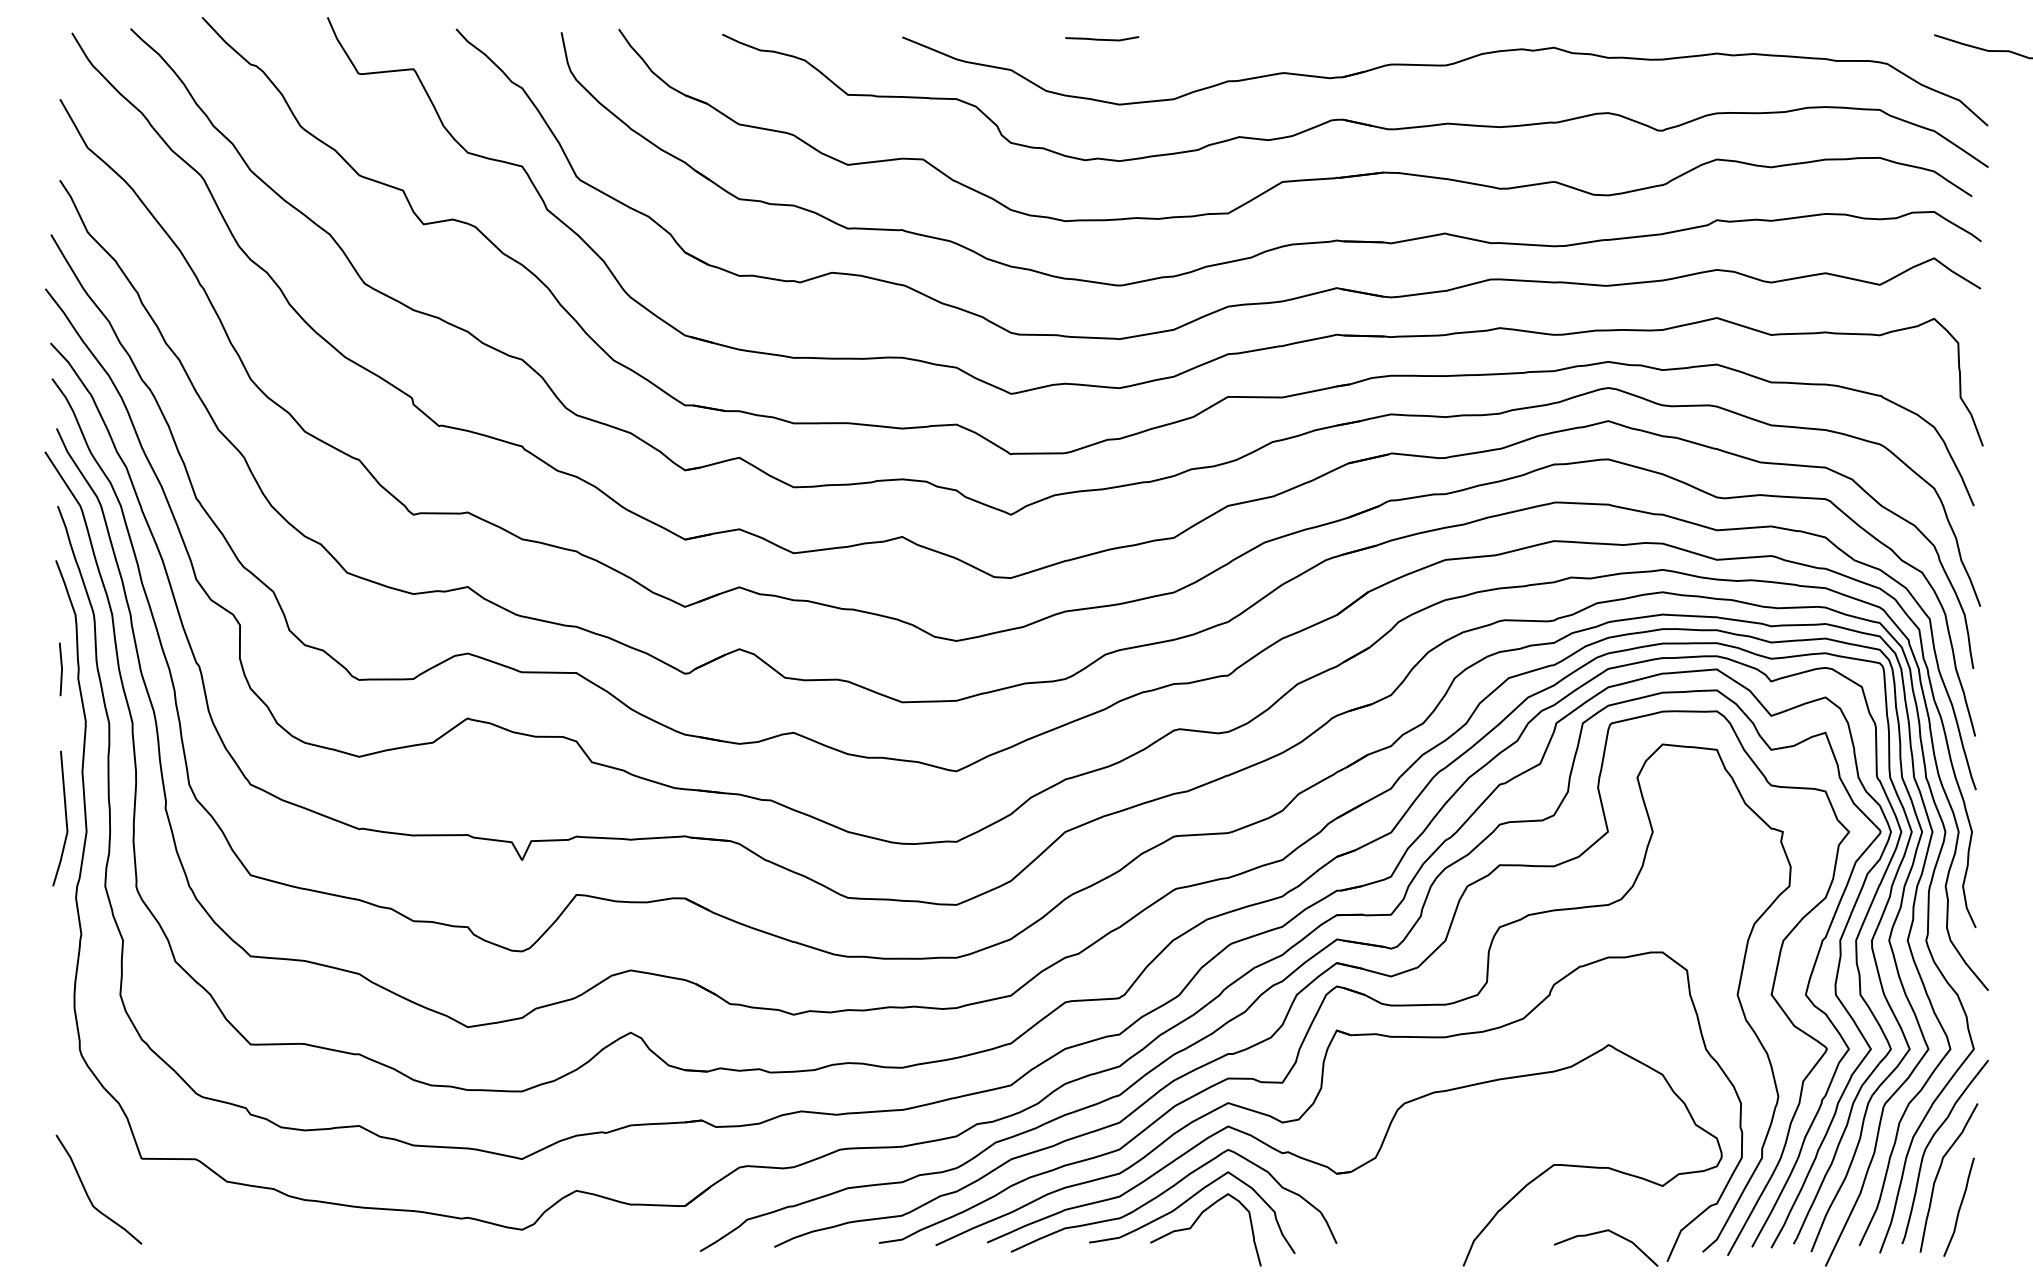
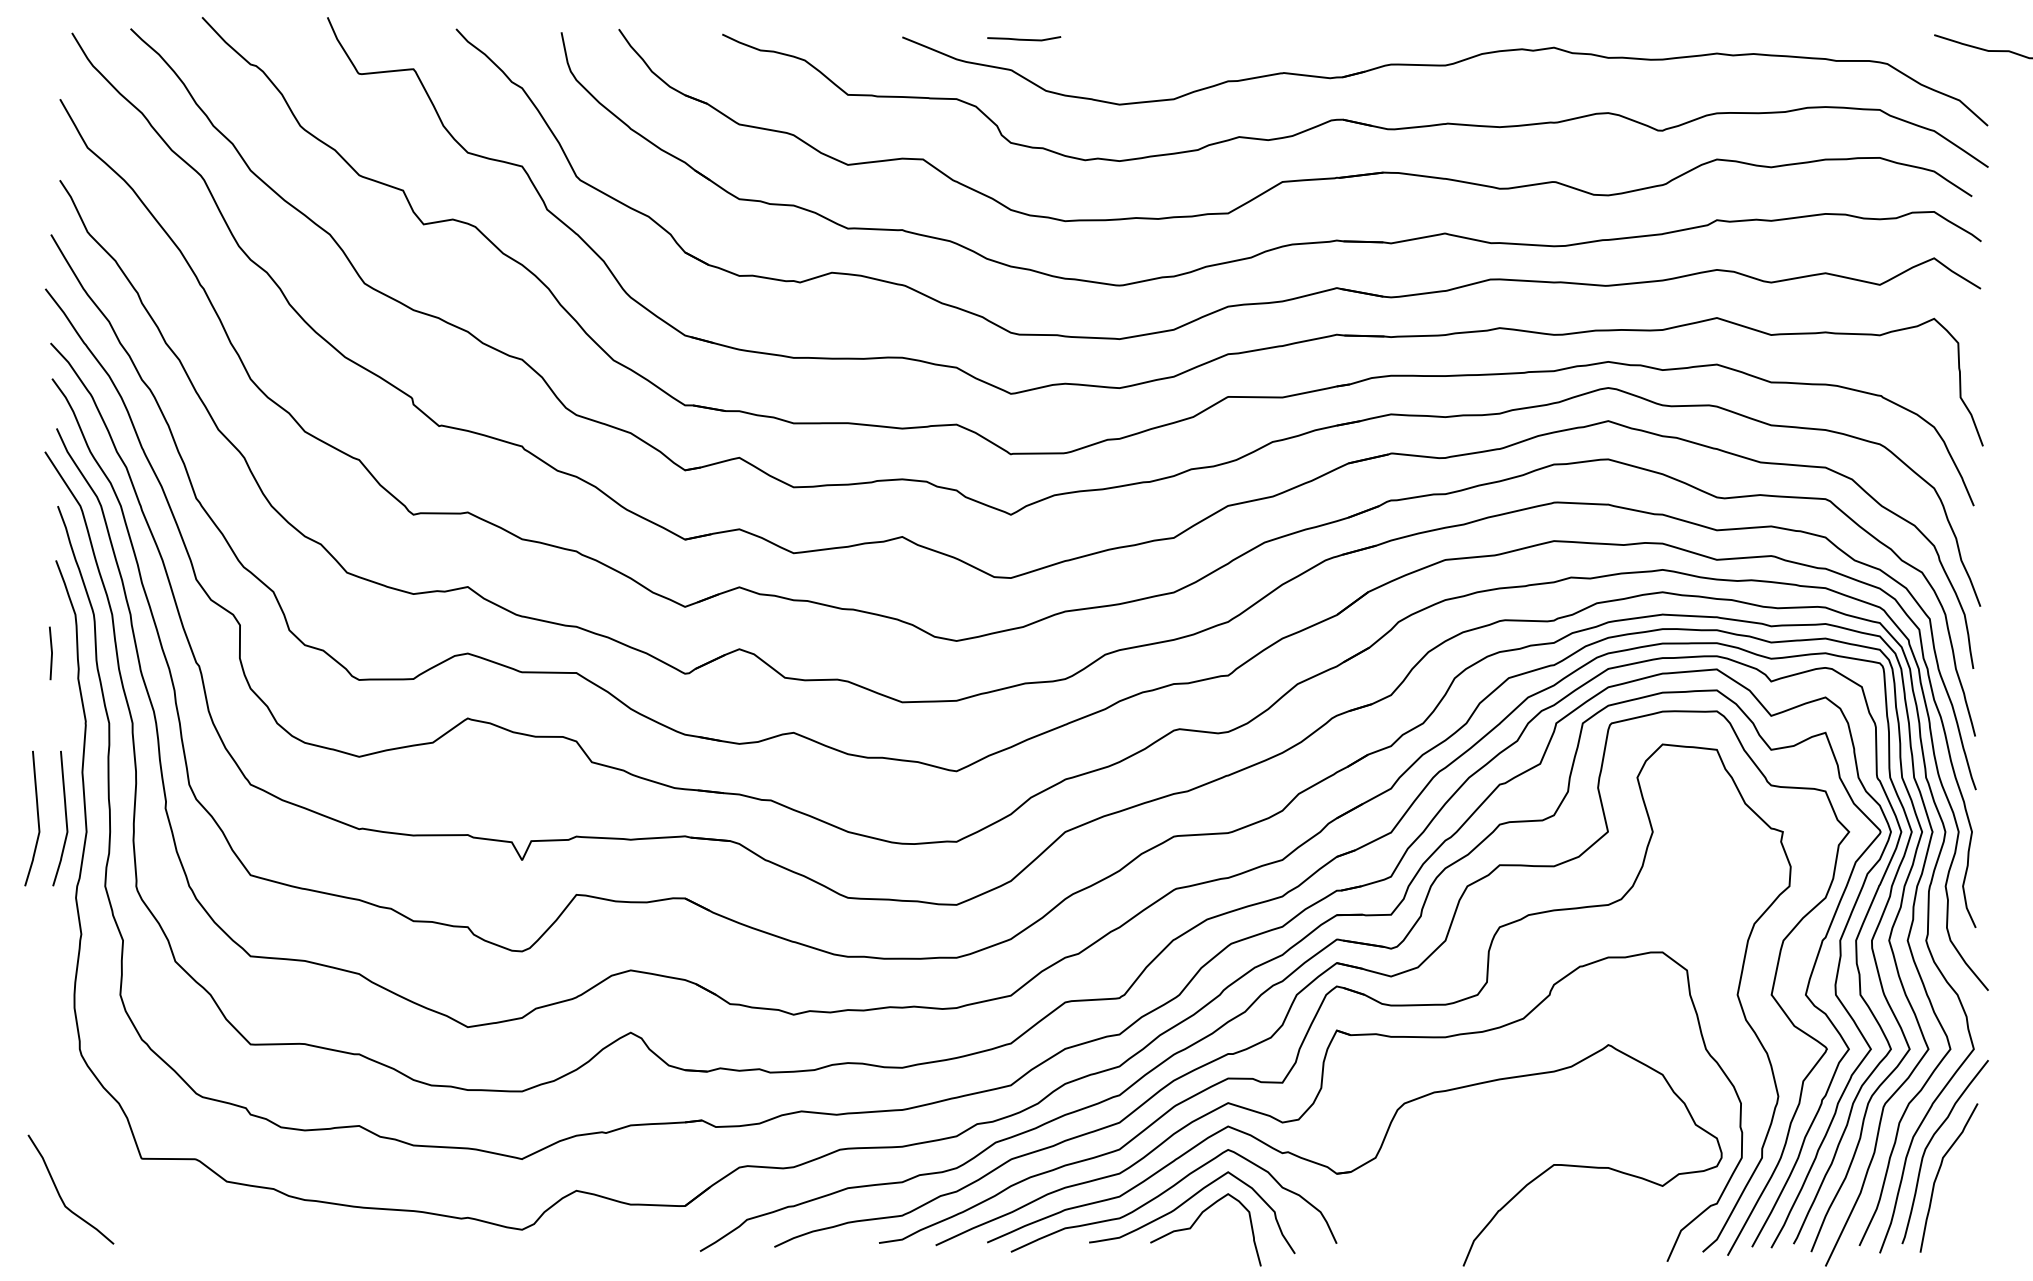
line at (1102, 39) position: (1102, 39) -> (1024, 39)
line at (61, 669) position: (61, 669) -> (51, 653)
curve at (37, 818): none -> present
curve at (88, 1194) position: (88, 1194) -> (60, 1194)
curve at (1959, 1206): present -> none
curve at (1612, 1233): present -> none
